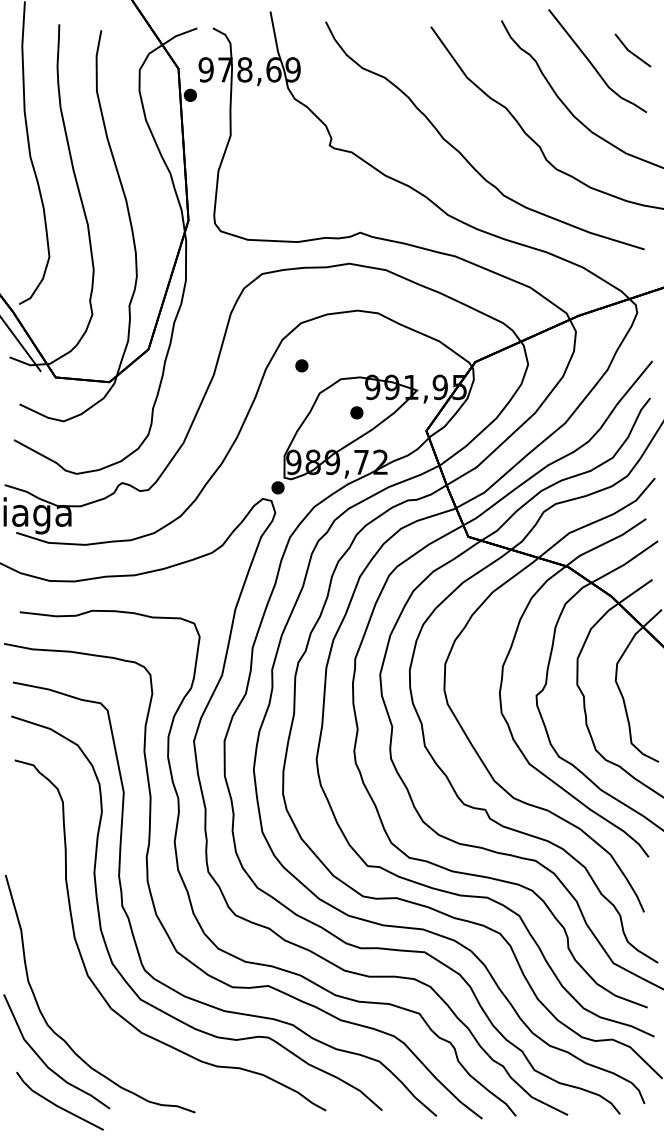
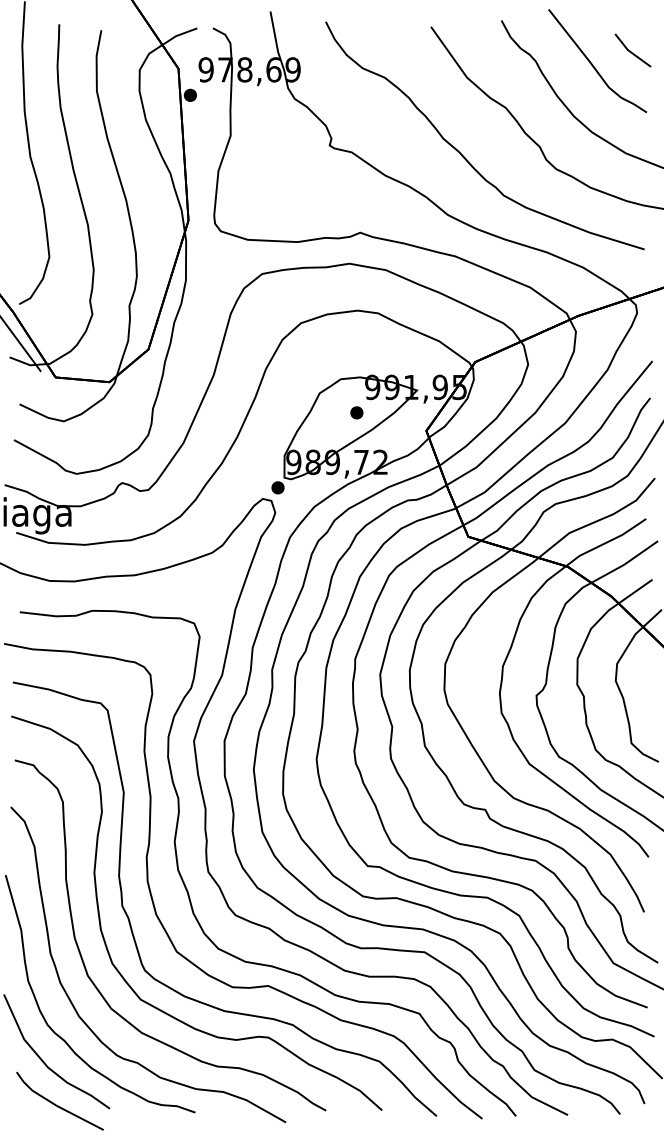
part at (301, 365): present -> none
curve at (75, 1007): none -> present
